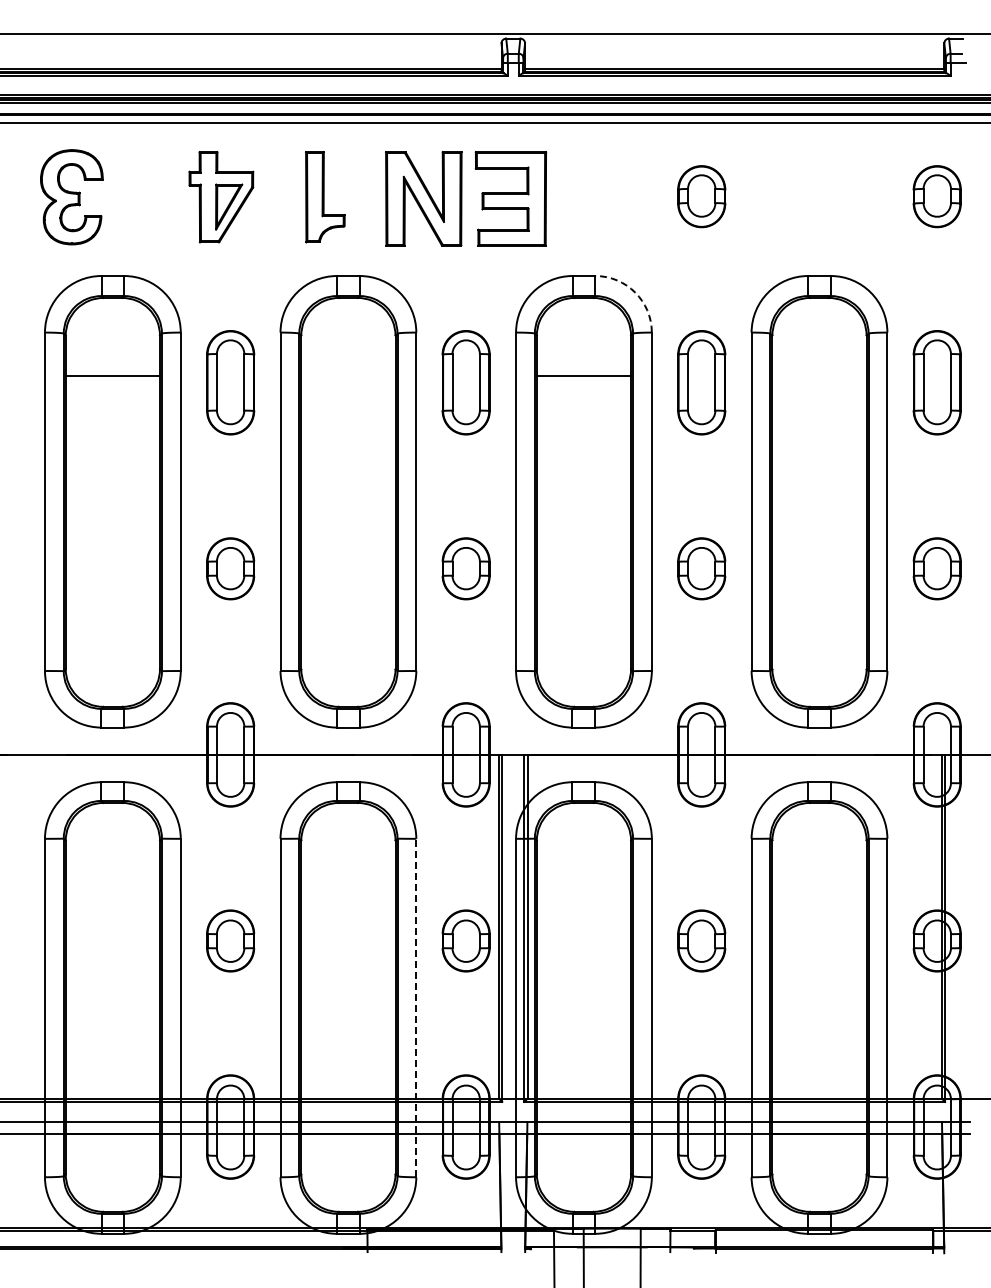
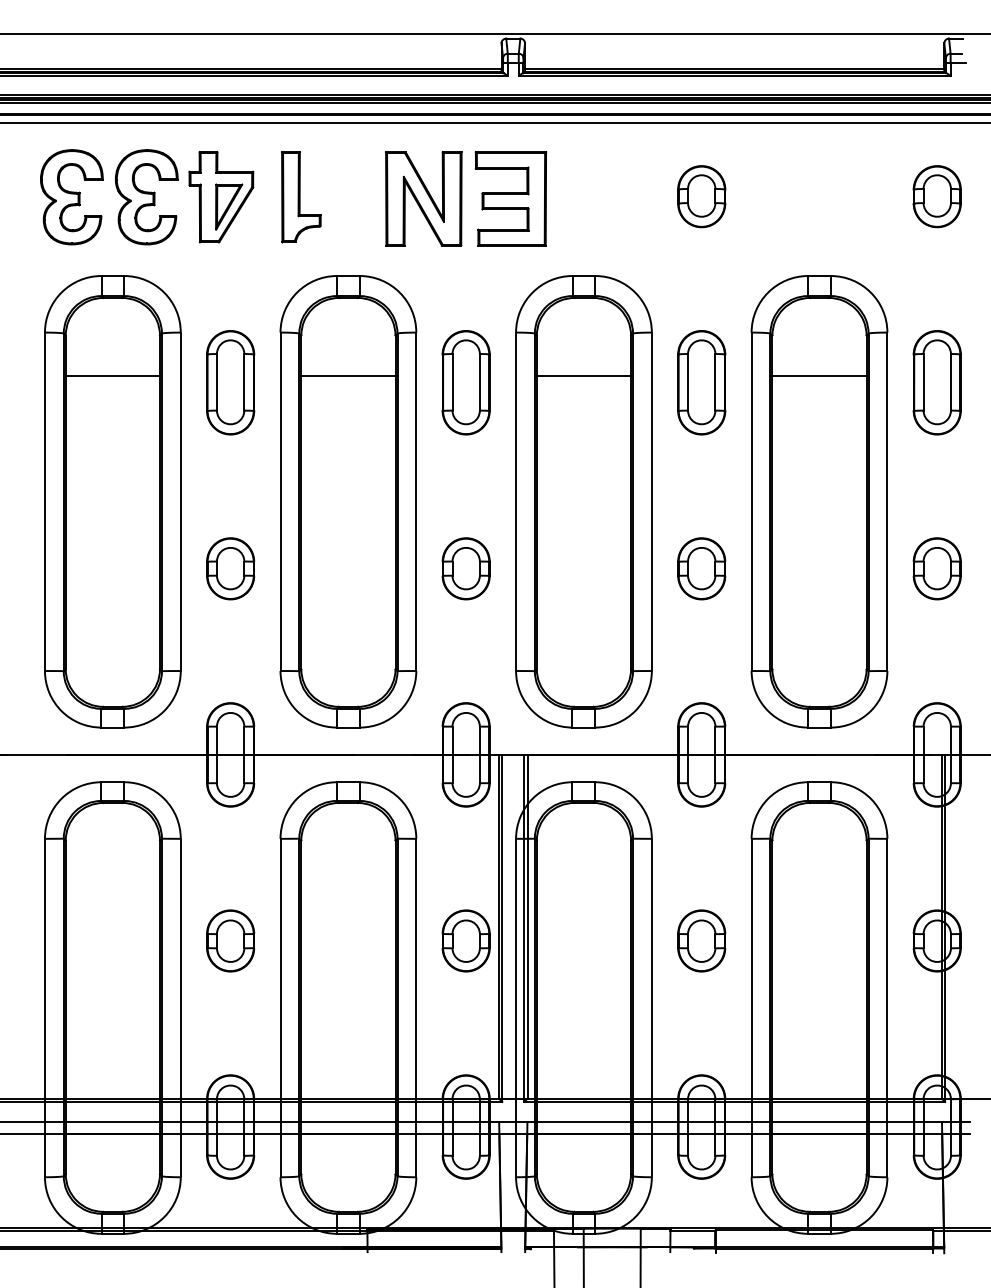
part at (146, 197): none -> present
part at (325, 197) position: (325, 197) -> (301, 197)
arc at (635, 292): dashed -> solid
line at (348, 375): none -> present
line at (819, 375): none -> present
line at (416, 1007): dashed -> solid
